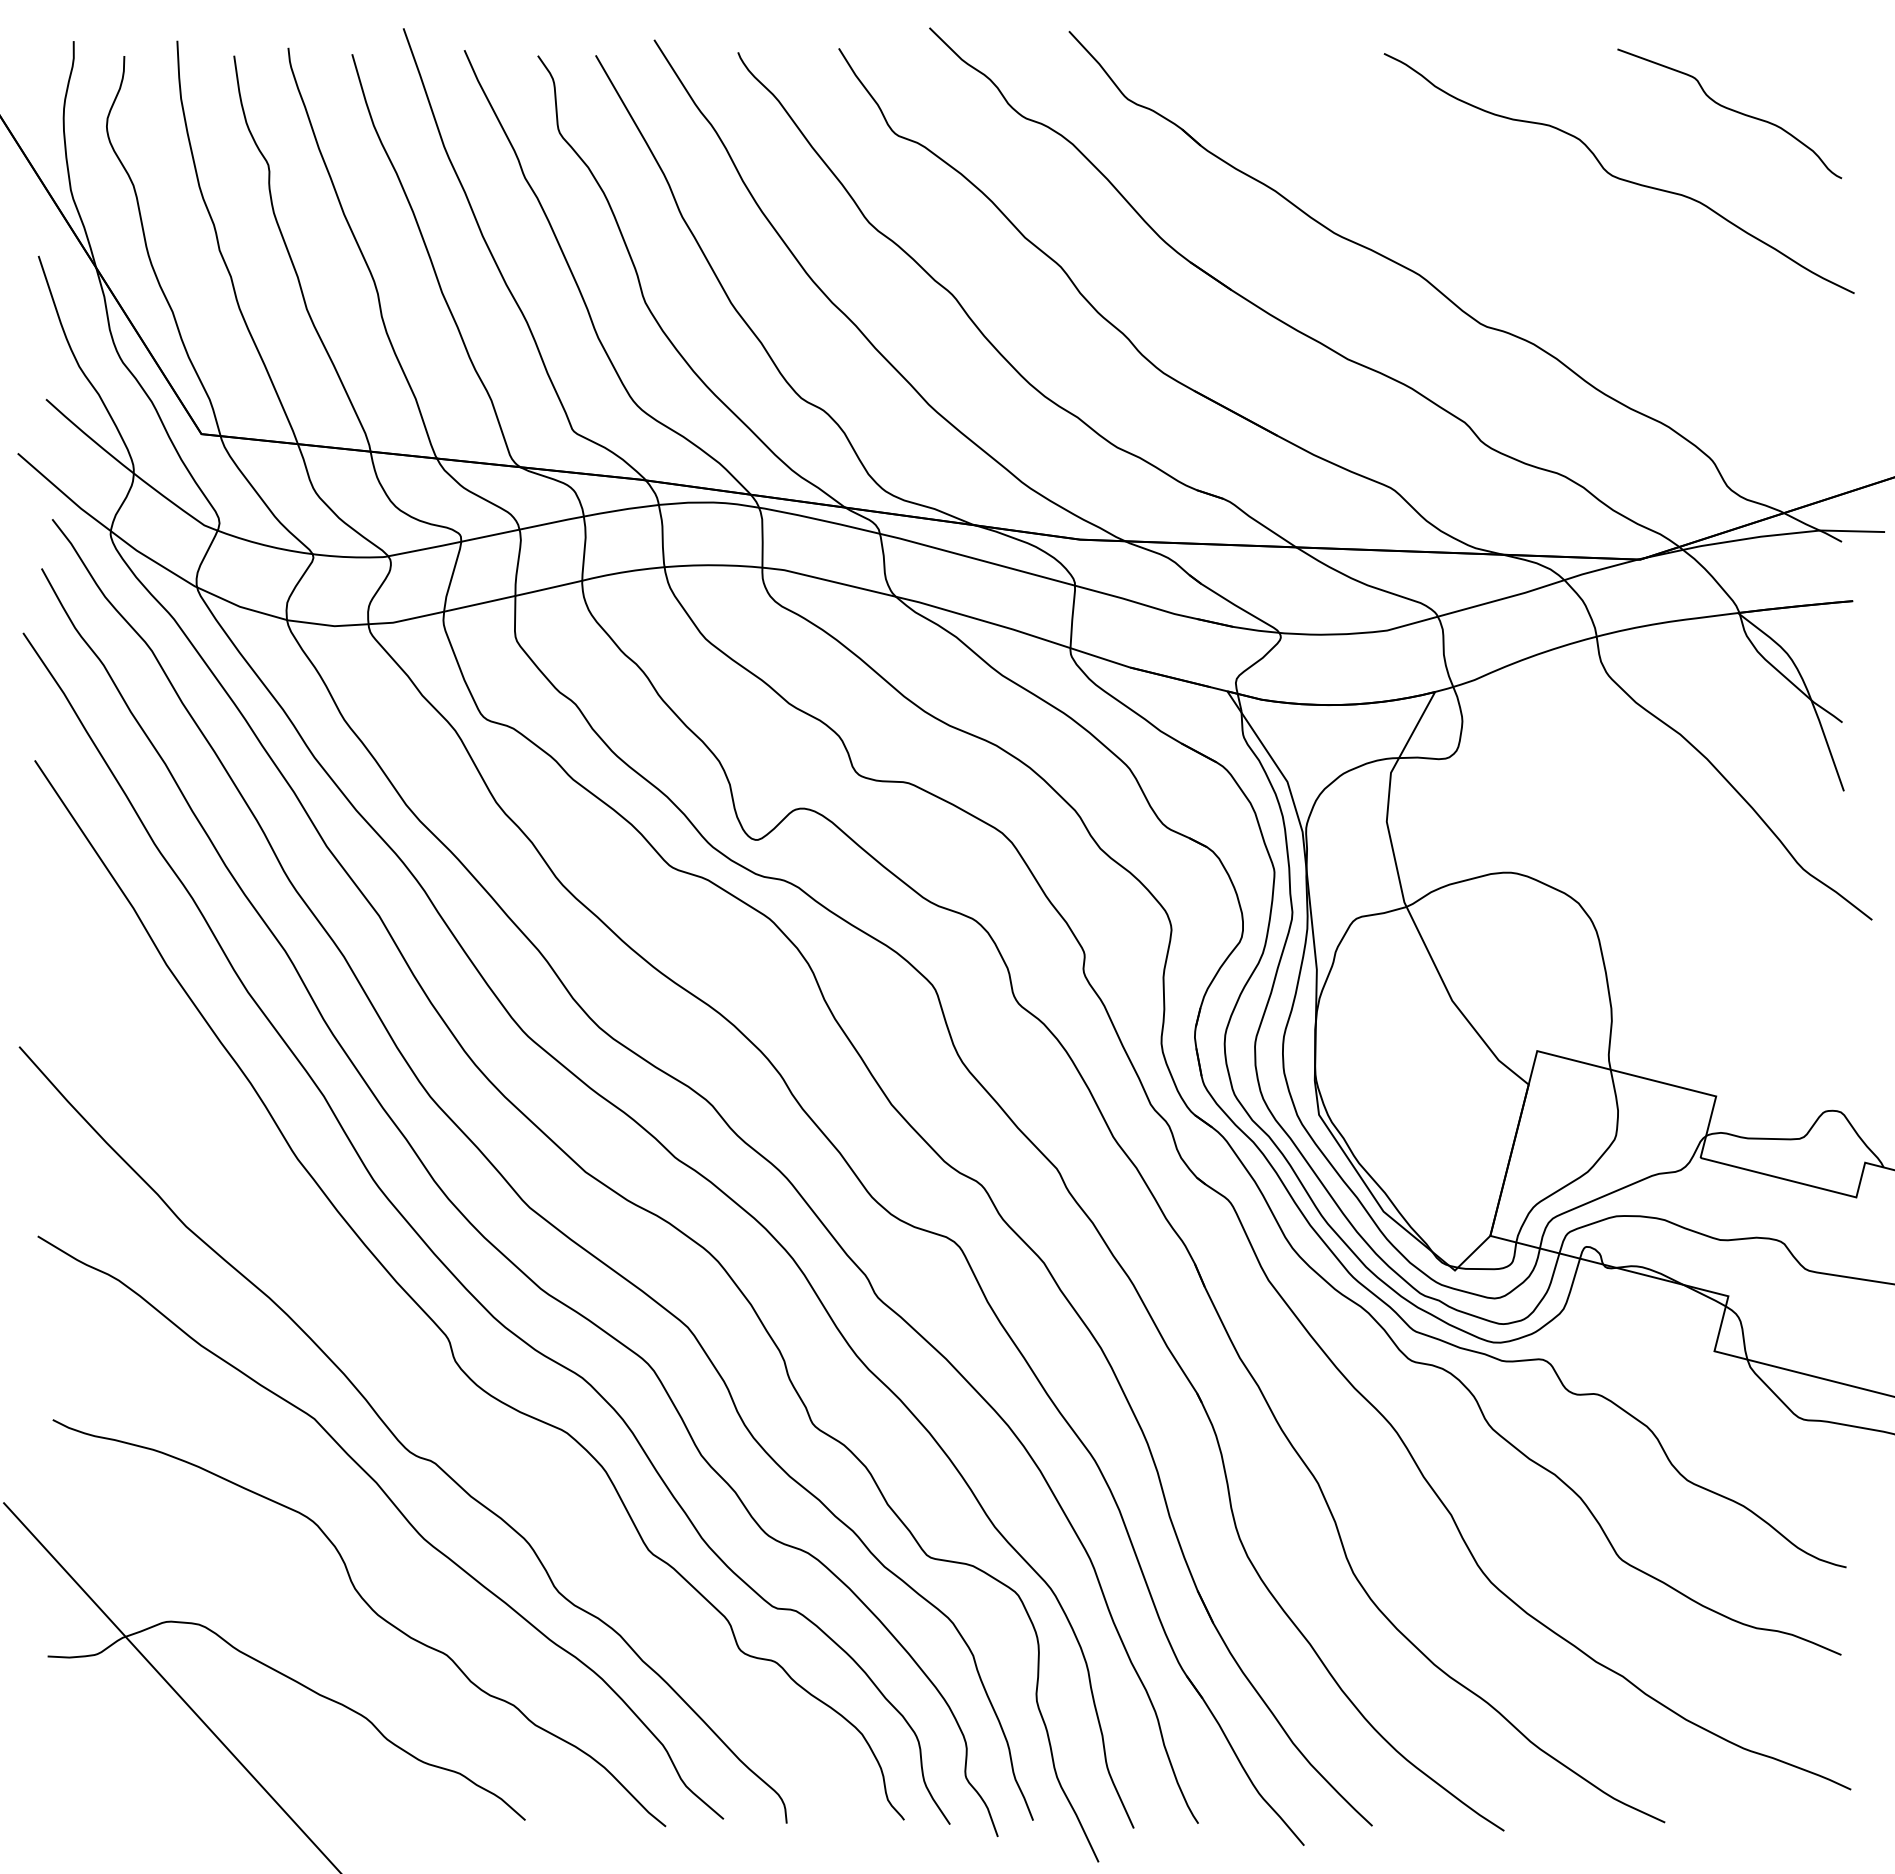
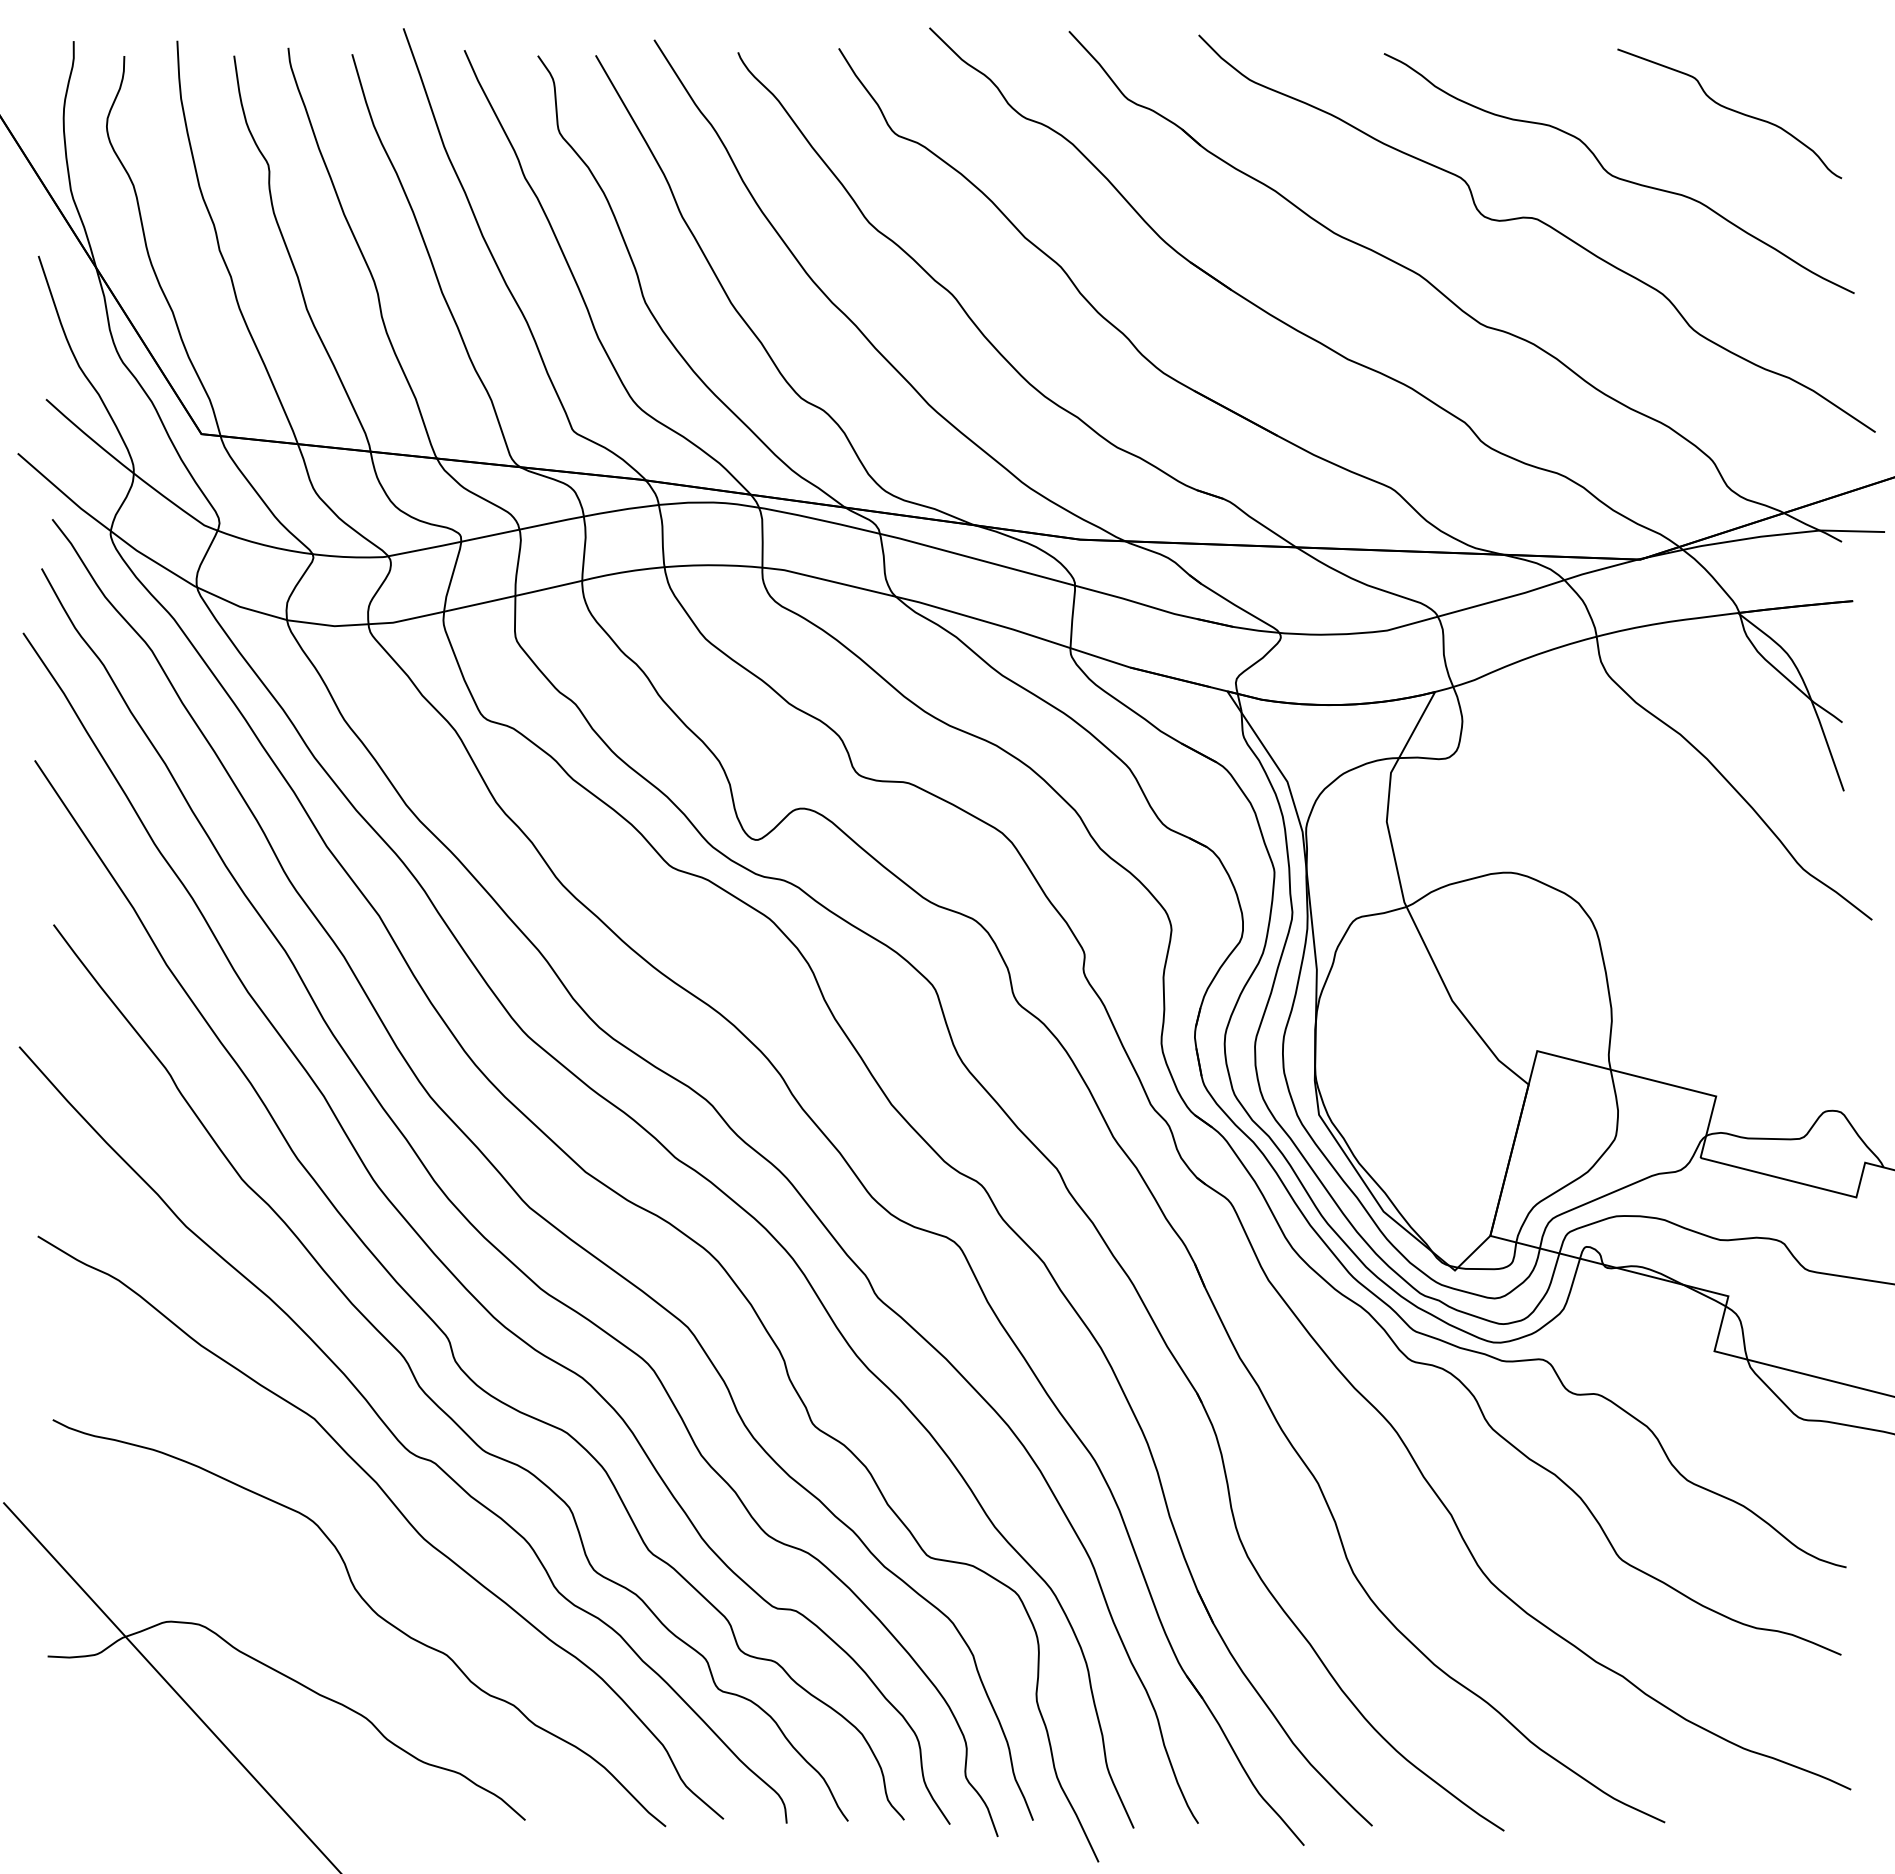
curve at (1542, 223): none -> present
curve at (424, 1390): none -> present
